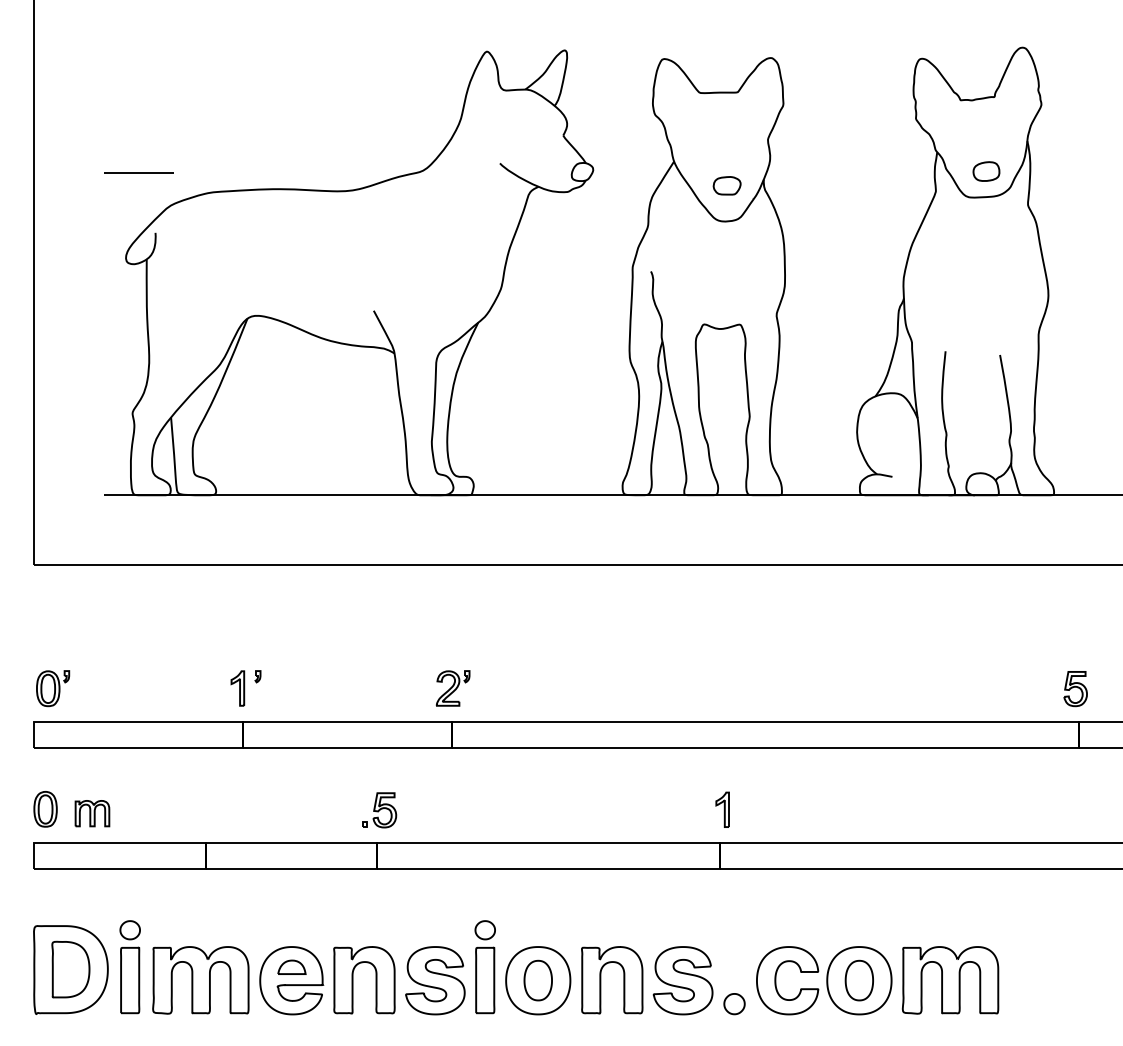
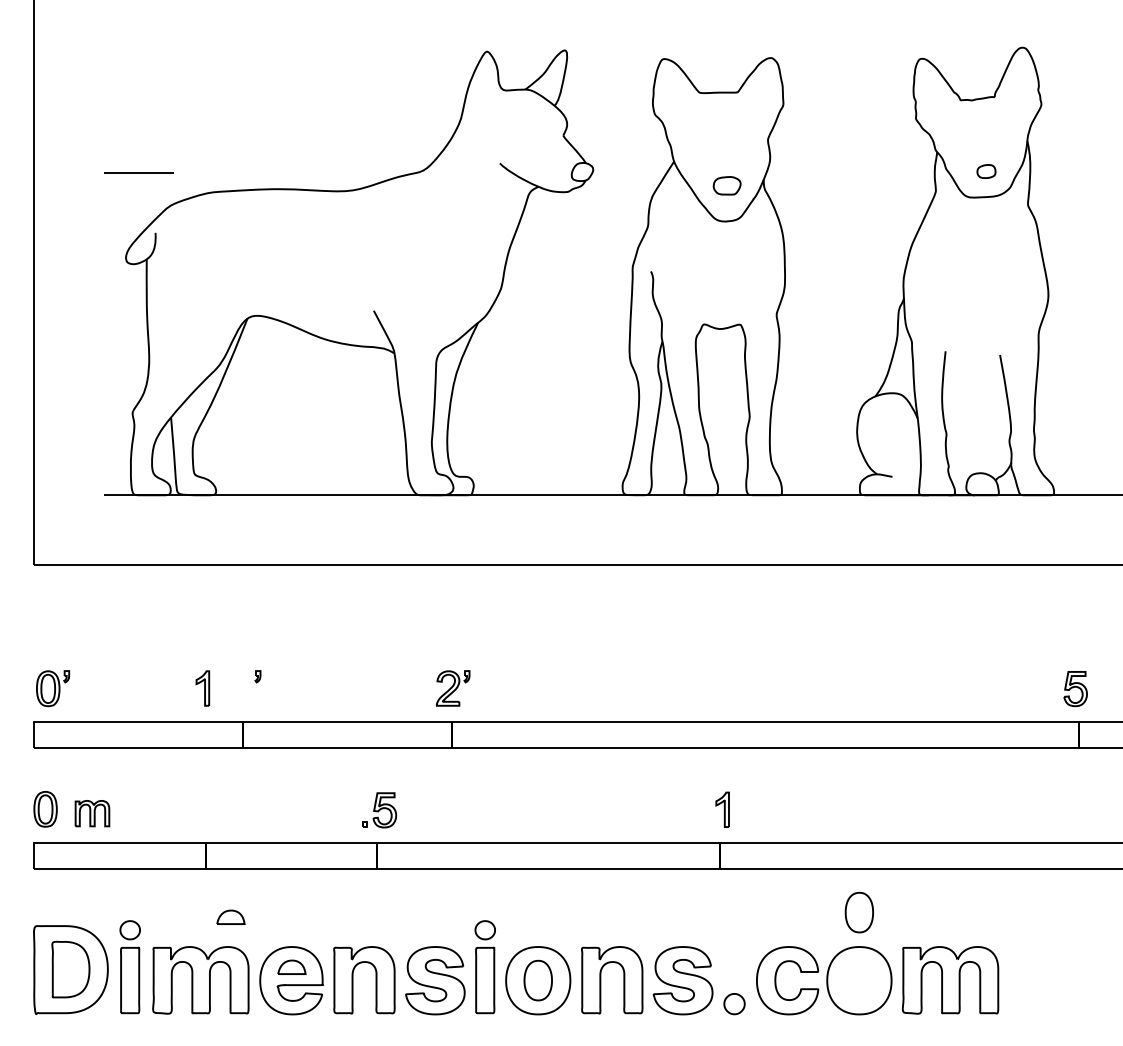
part at (986, 171) size: 29x21 px -> 21x15 px
part at (237, 688) position: (237, 688) -> (202, 688)
part at (230, 916): none -> present
part at (858, 980) position: (858, 980) -> (858, 912)
